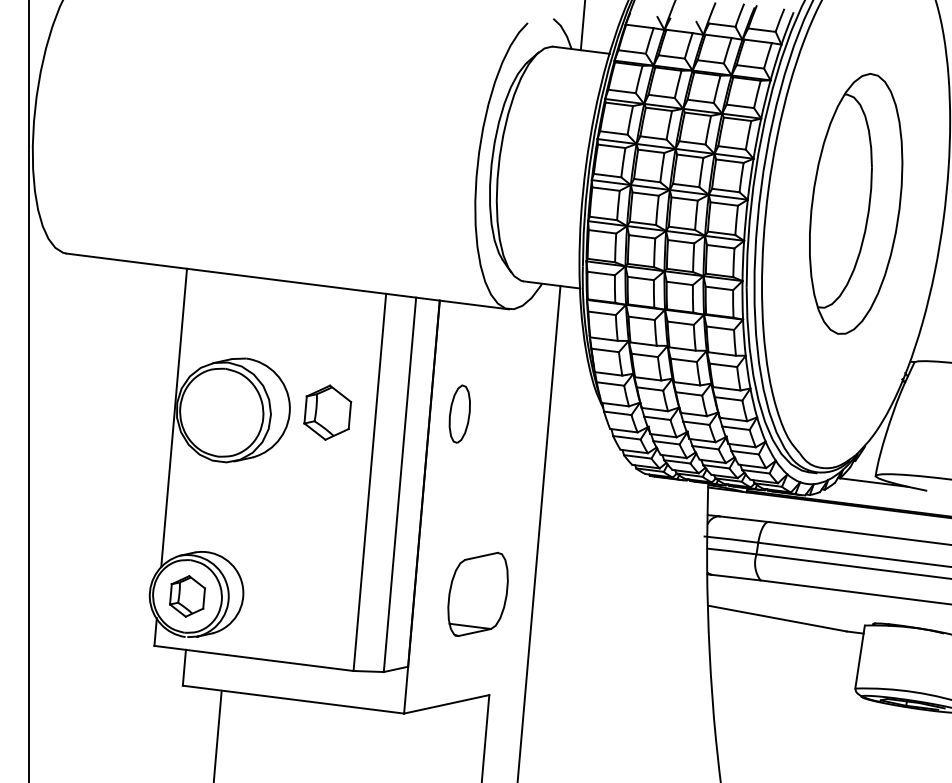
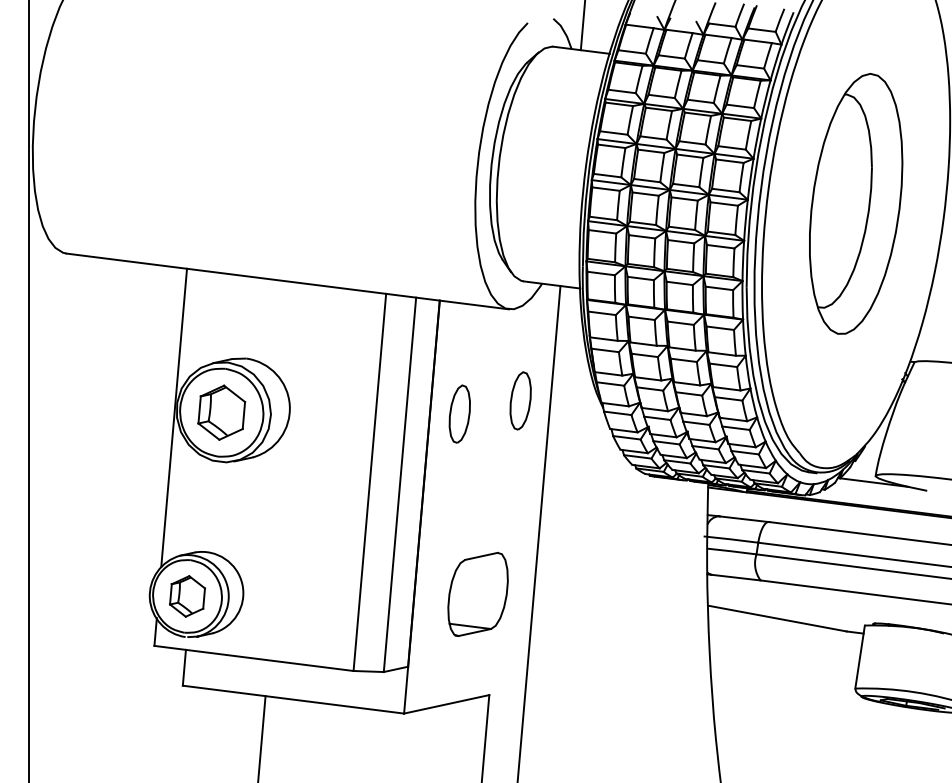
part at (520, 400): none -> present
part at (327, 412) position: (327, 412) -> (221, 412)
line at (217, 735) position: (217, 735) -> (261, 737)
